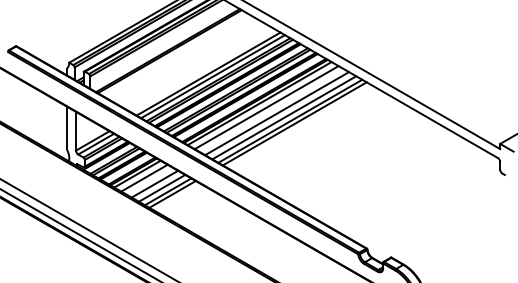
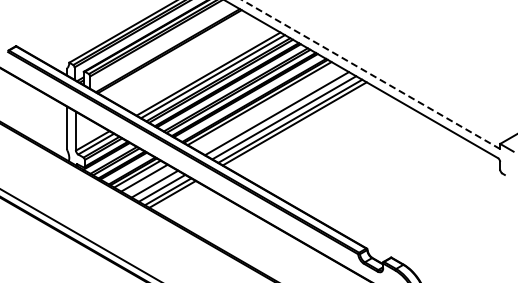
line at (371, 74): solid -> dashed
line at (266, 107): present -> none
line at (88, 229): present -> none
